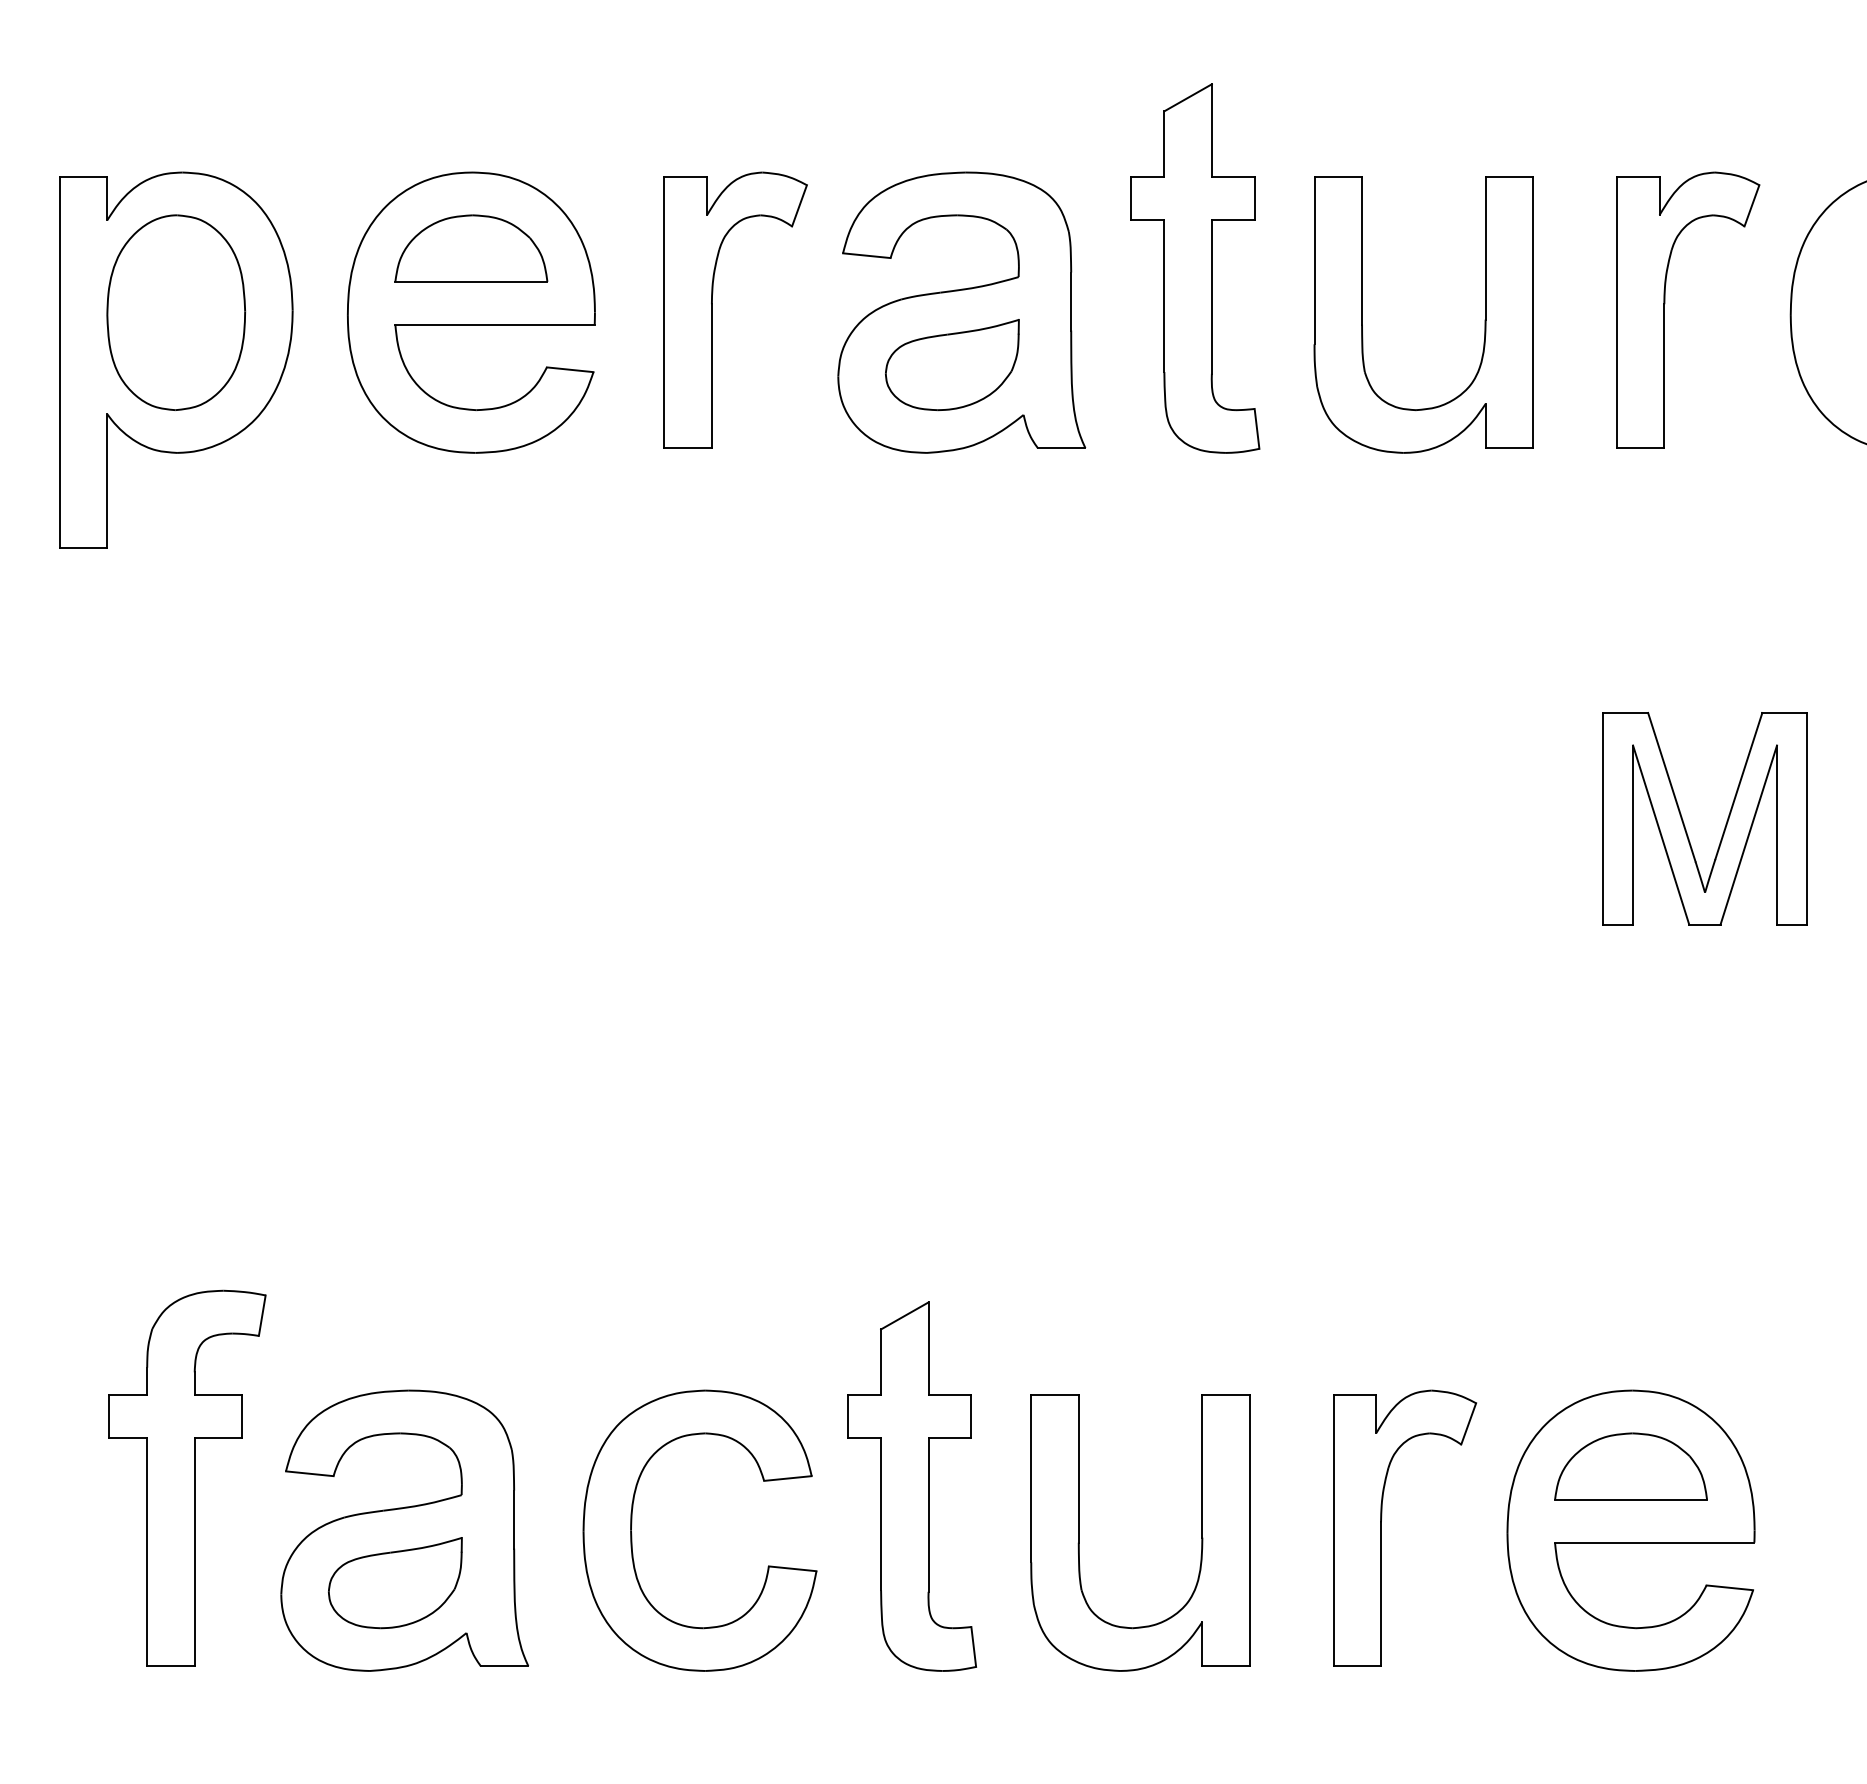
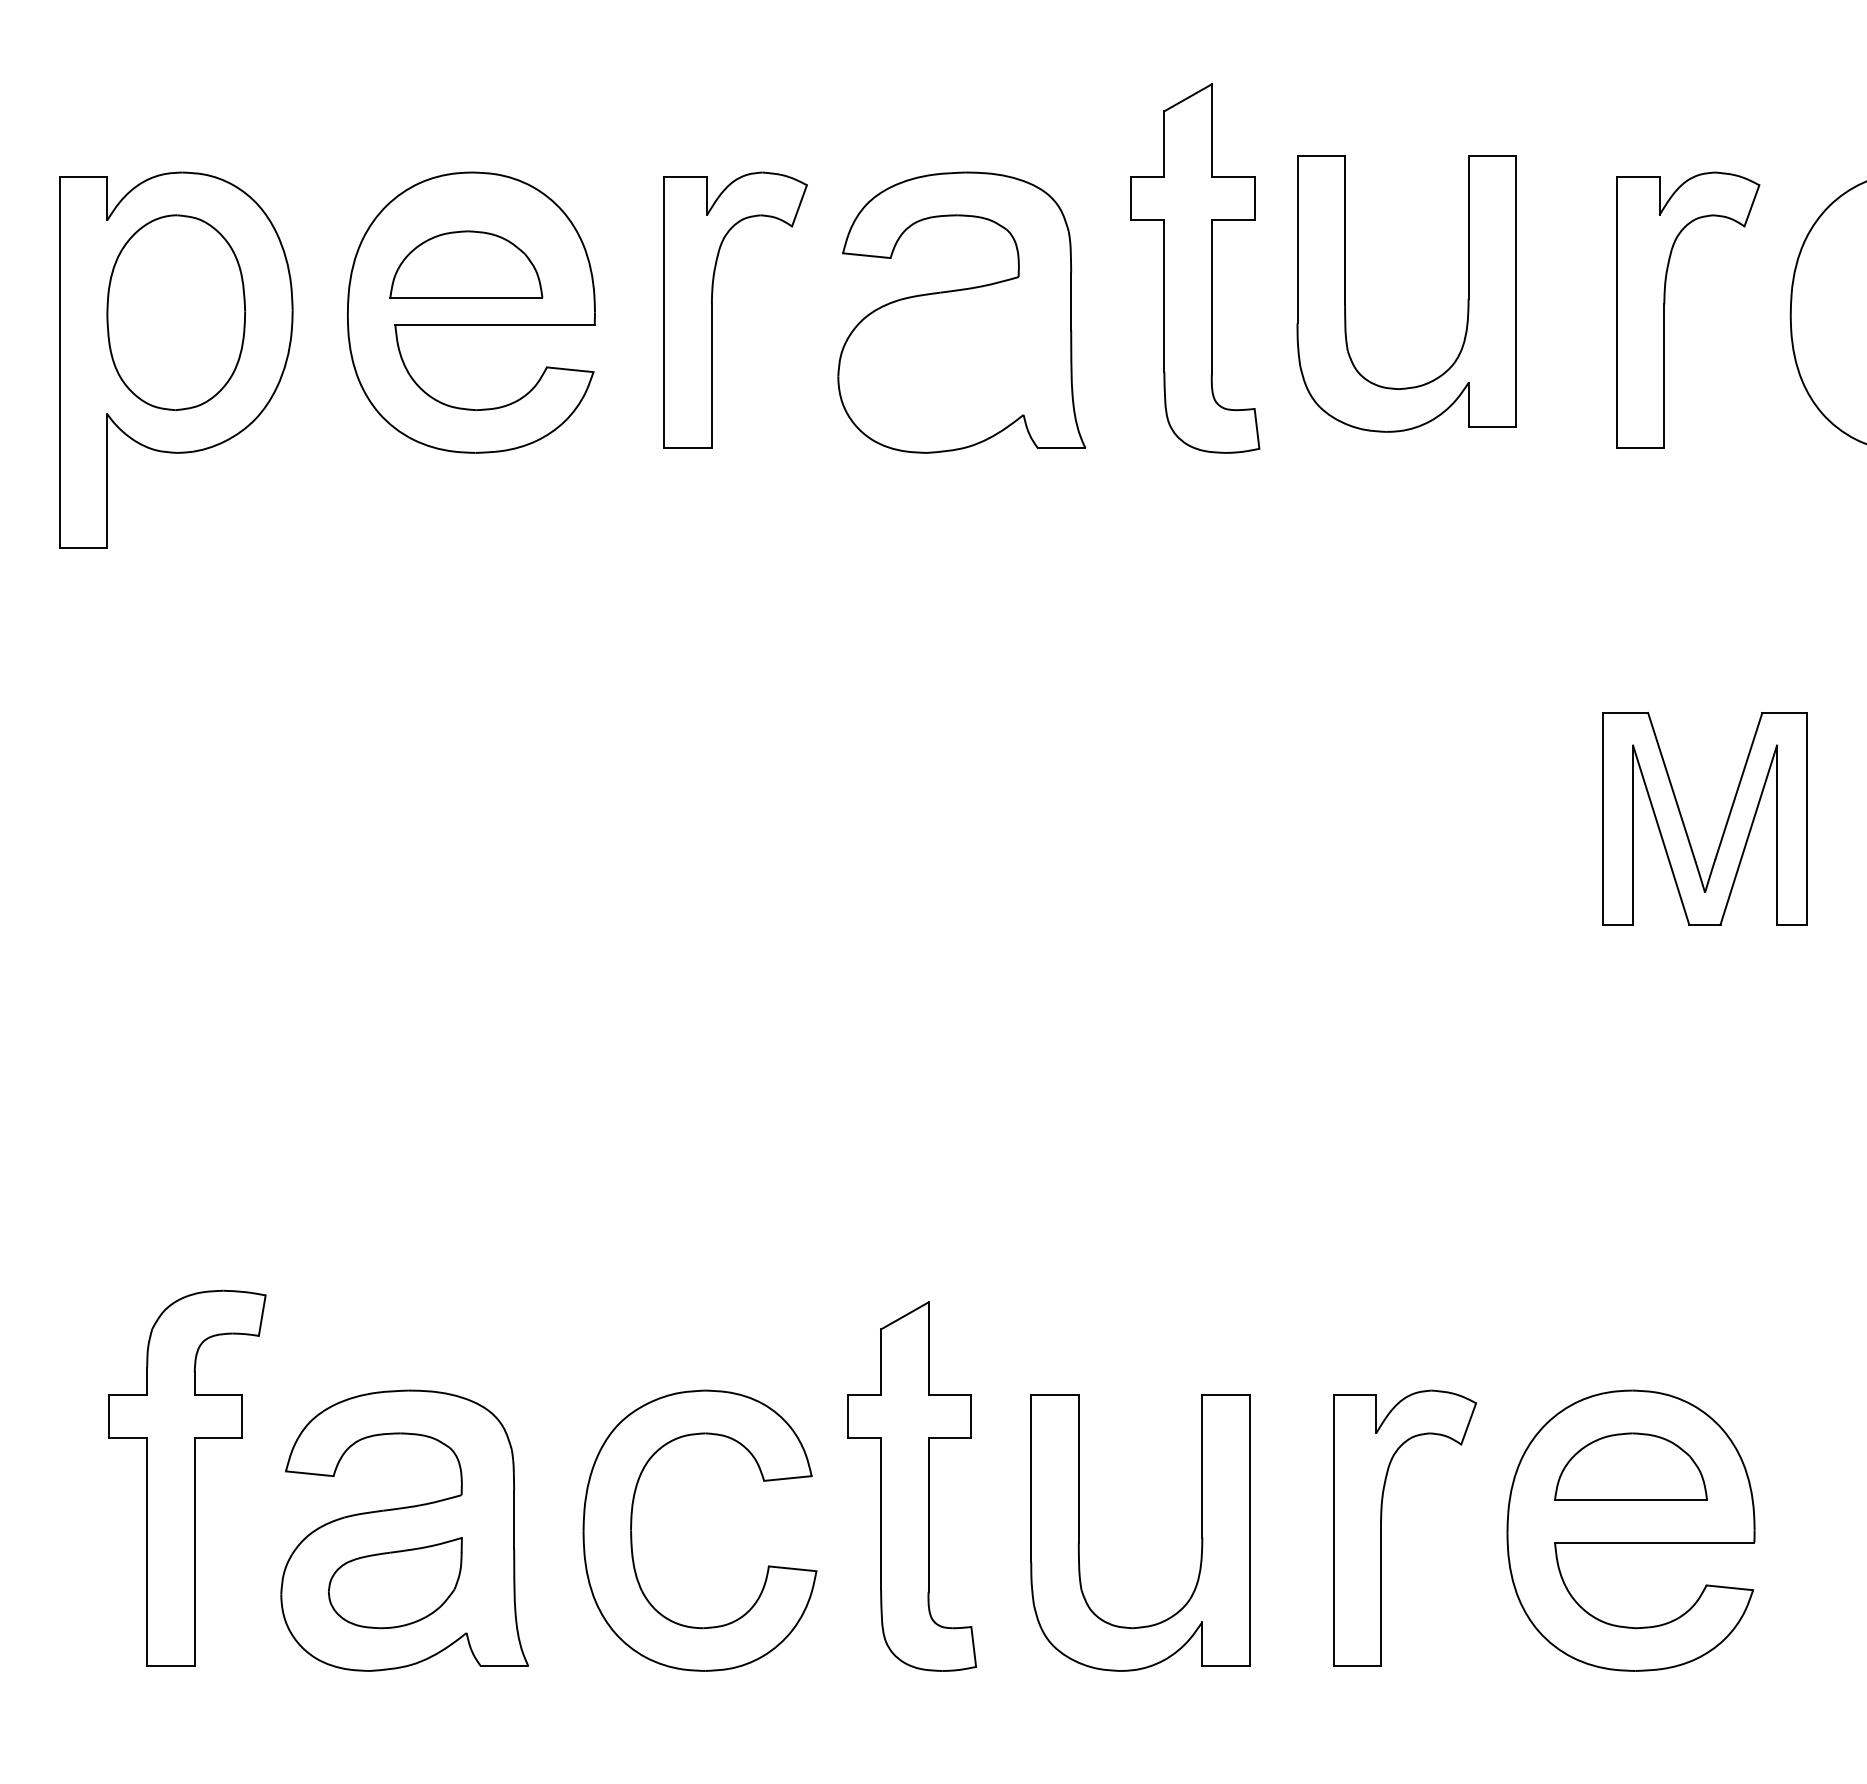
part at (471, 248) position: (471, 248) -> (466, 264)
part at (1362, 314) position: (1362, 314) -> (1345, 293)
part at (952, 365): present -> none
